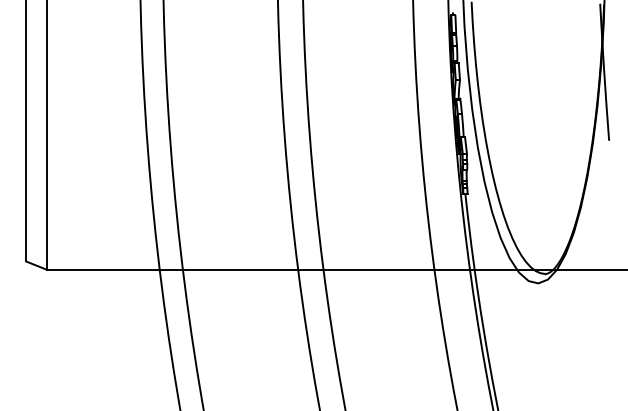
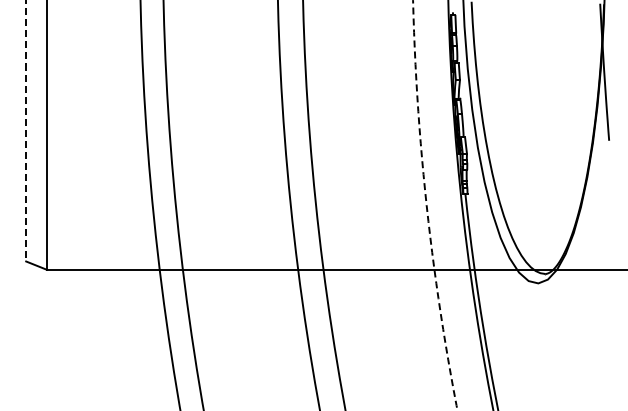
line at (26, 131): solid -> dashed
circle at (435, 205): solid -> dashed
